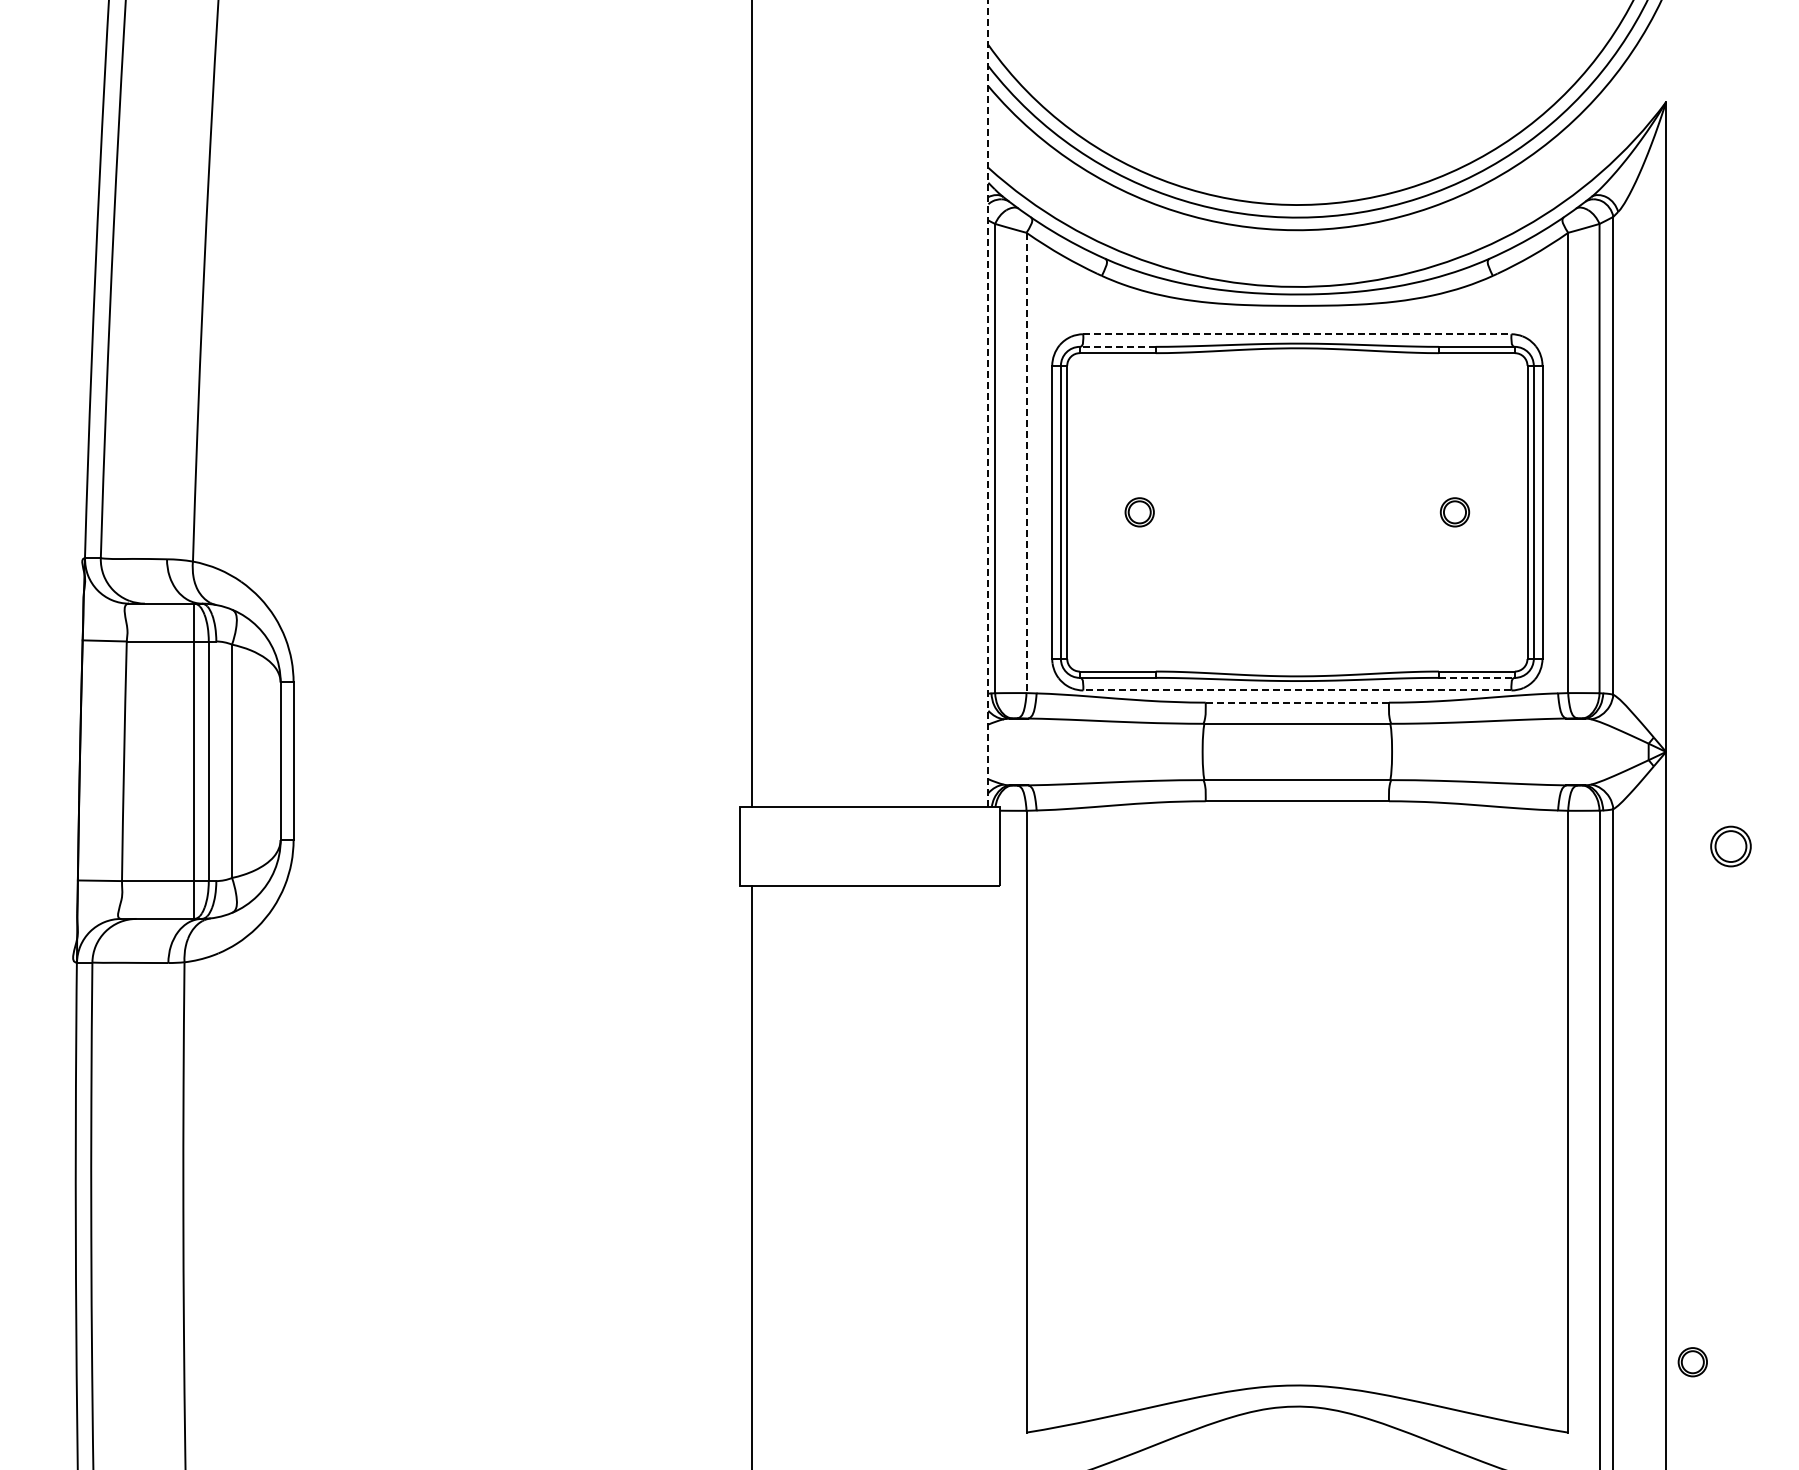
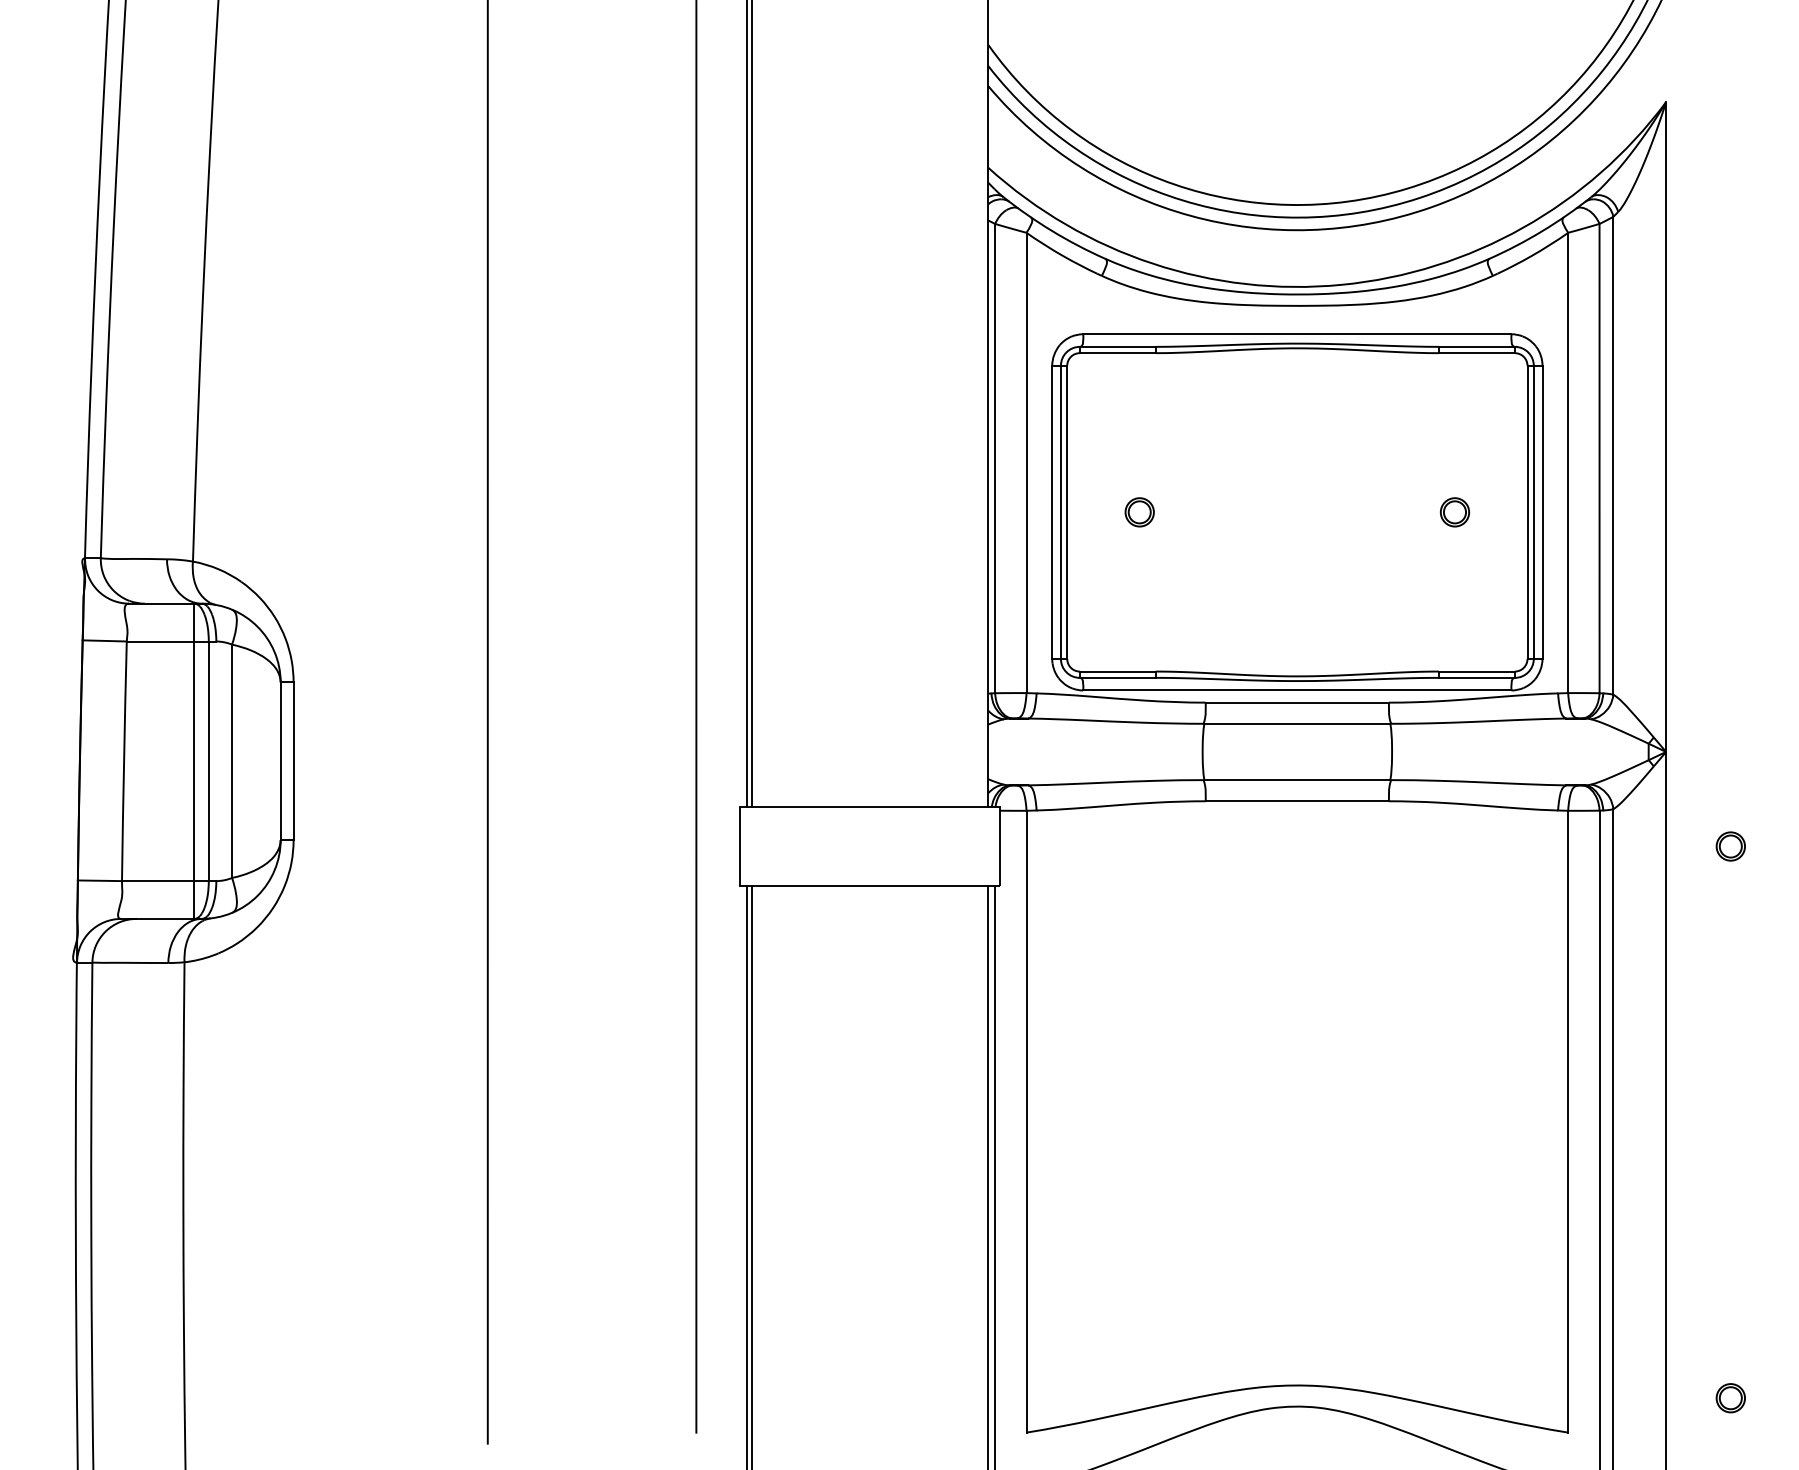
line at (1297, 334): dashed -> solid
line at (1117, 346): dashed -> solid
line at (988, 403): dashed -> solid
line at (746, 404): none -> present
line at (1026, 463): dashed -> solid
line at (1476, 677): dashed -> solid
line at (1296, 690): dashed -> solid
line at (1297, 702): dashed -> solid
line at (696, 717): none -> present
line at (487, 722): none -> present
part at (1730, 846) size: 42x43 px -> 31x31 px
line at (746, 1175): none -> present
line at (988, 1175): none -> present
line at (995, 1175): none -> present
part at (1692, 1362) position: (1692, 1362) -> (1730, 1398)
